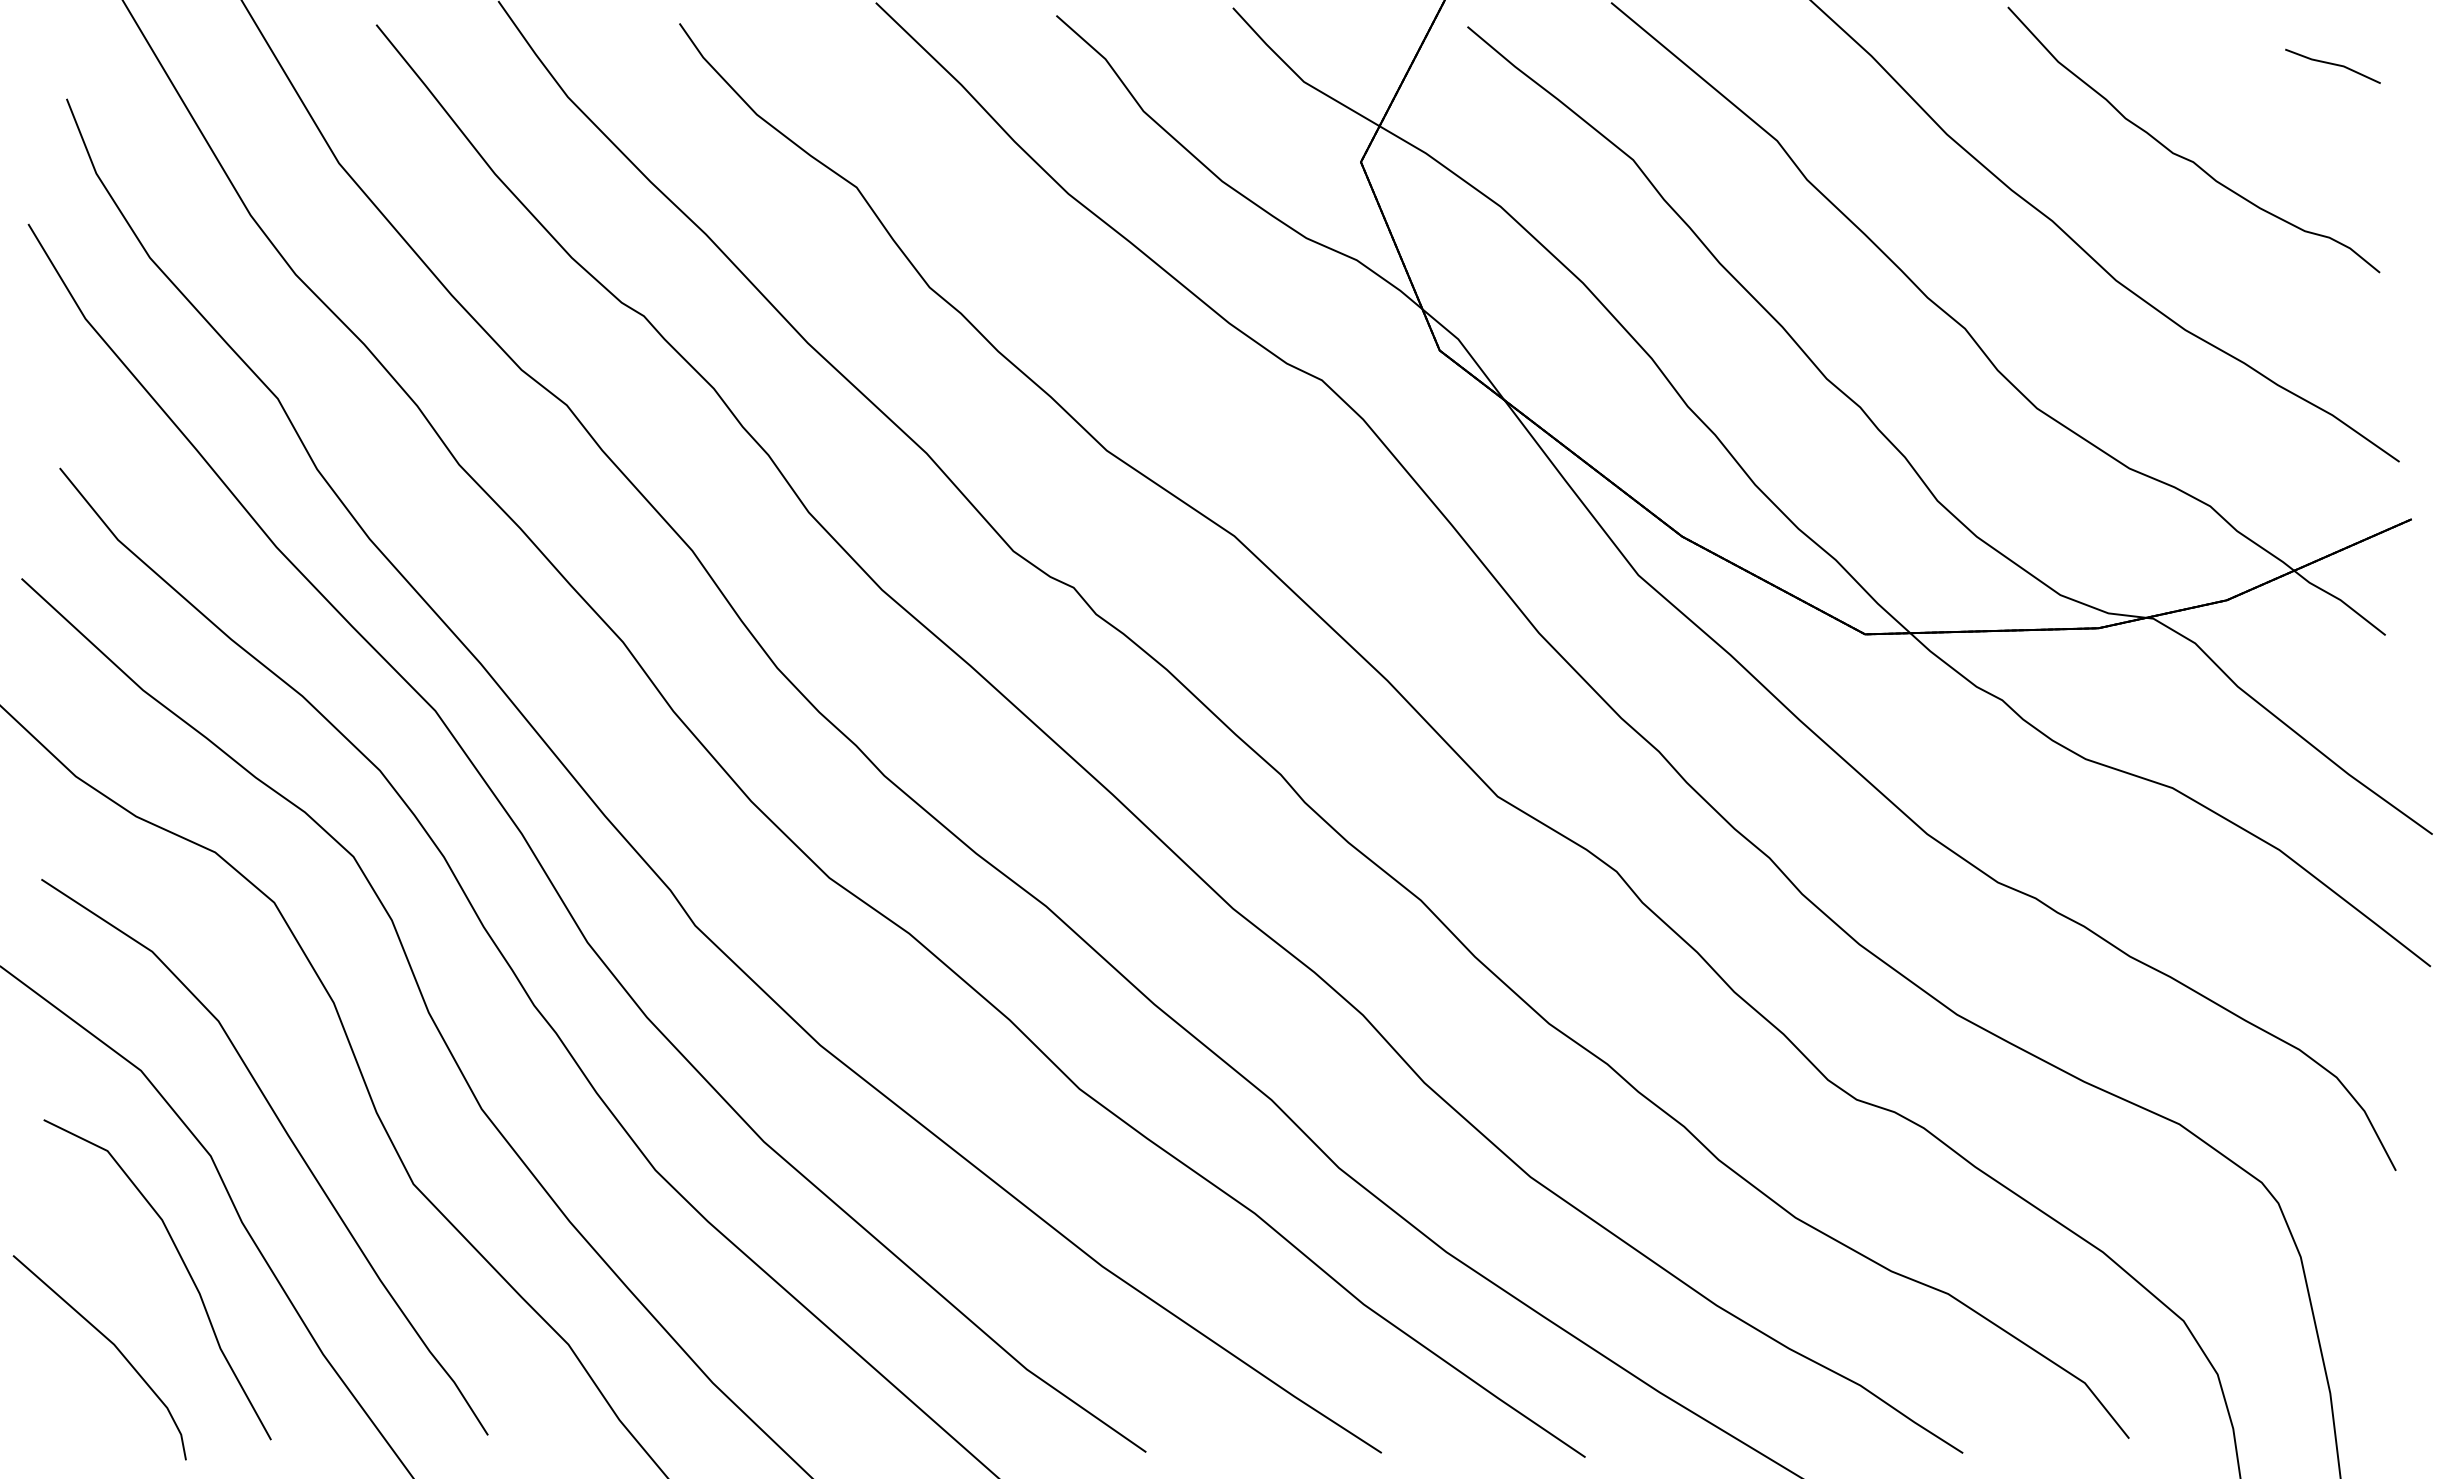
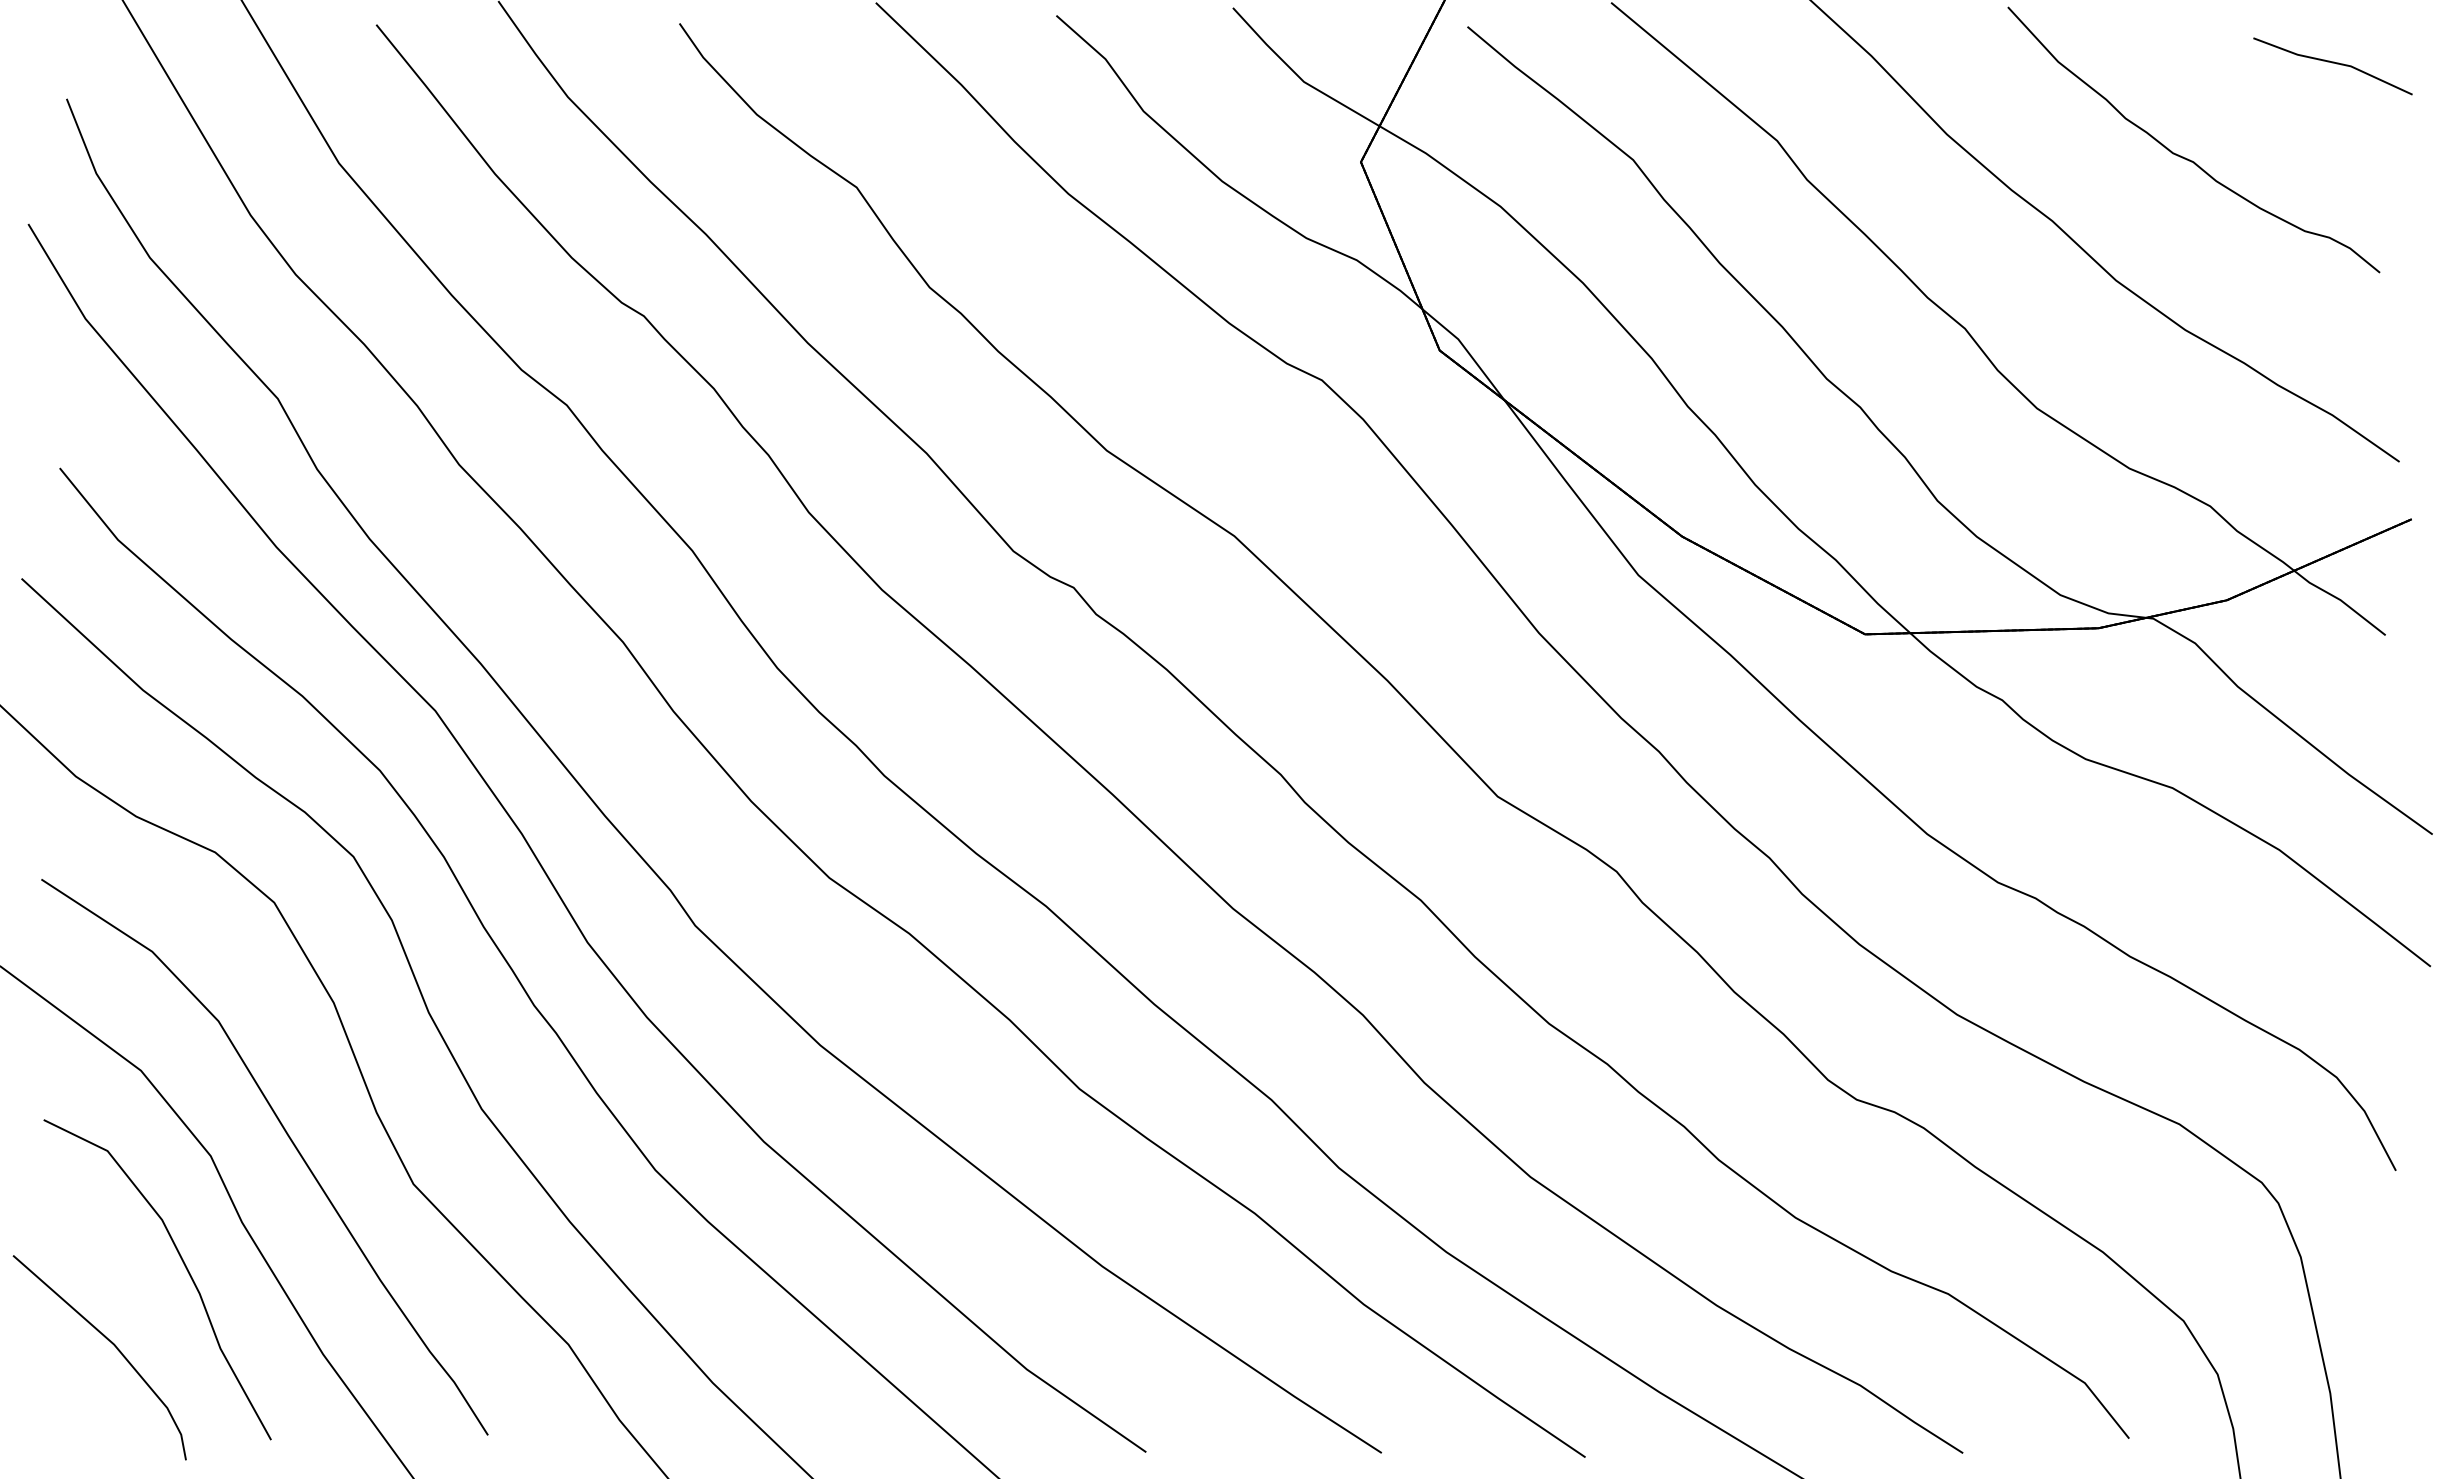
part at (2332, 65) size: 96x36 px -> 160x59 px
